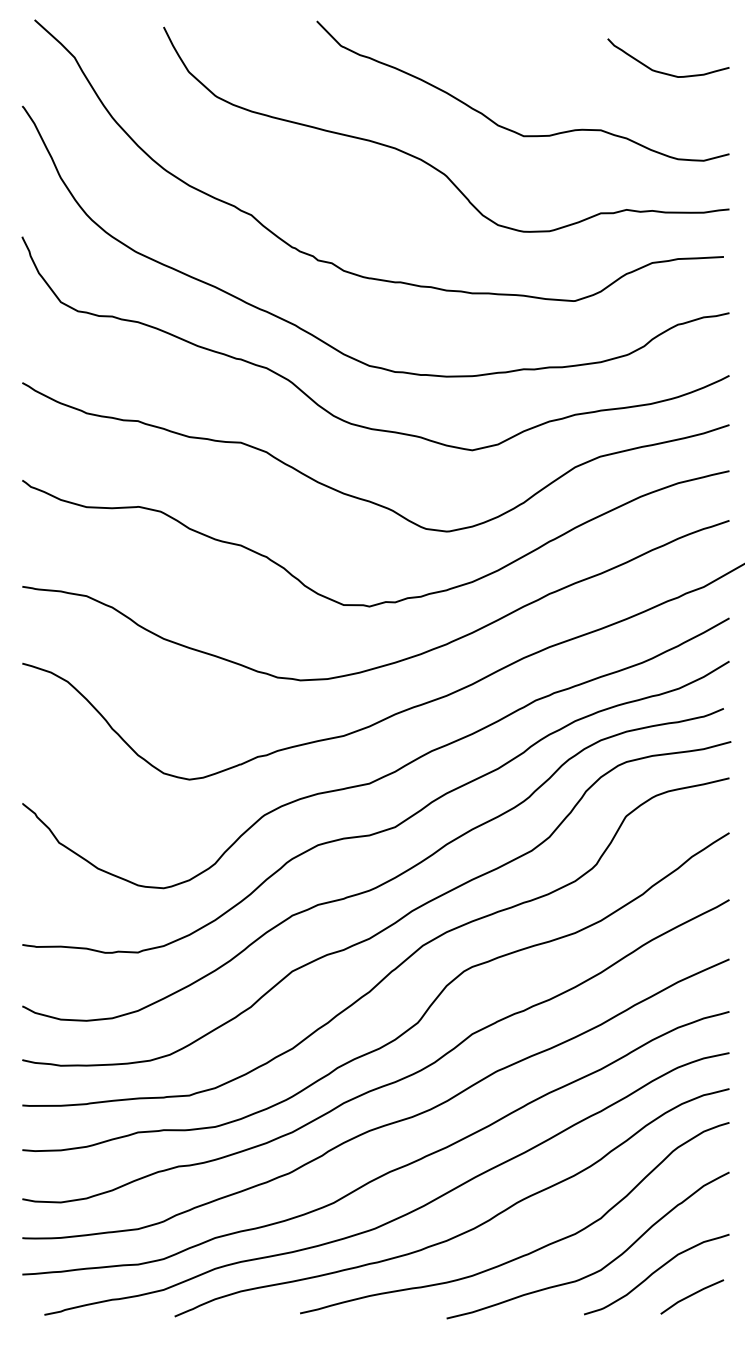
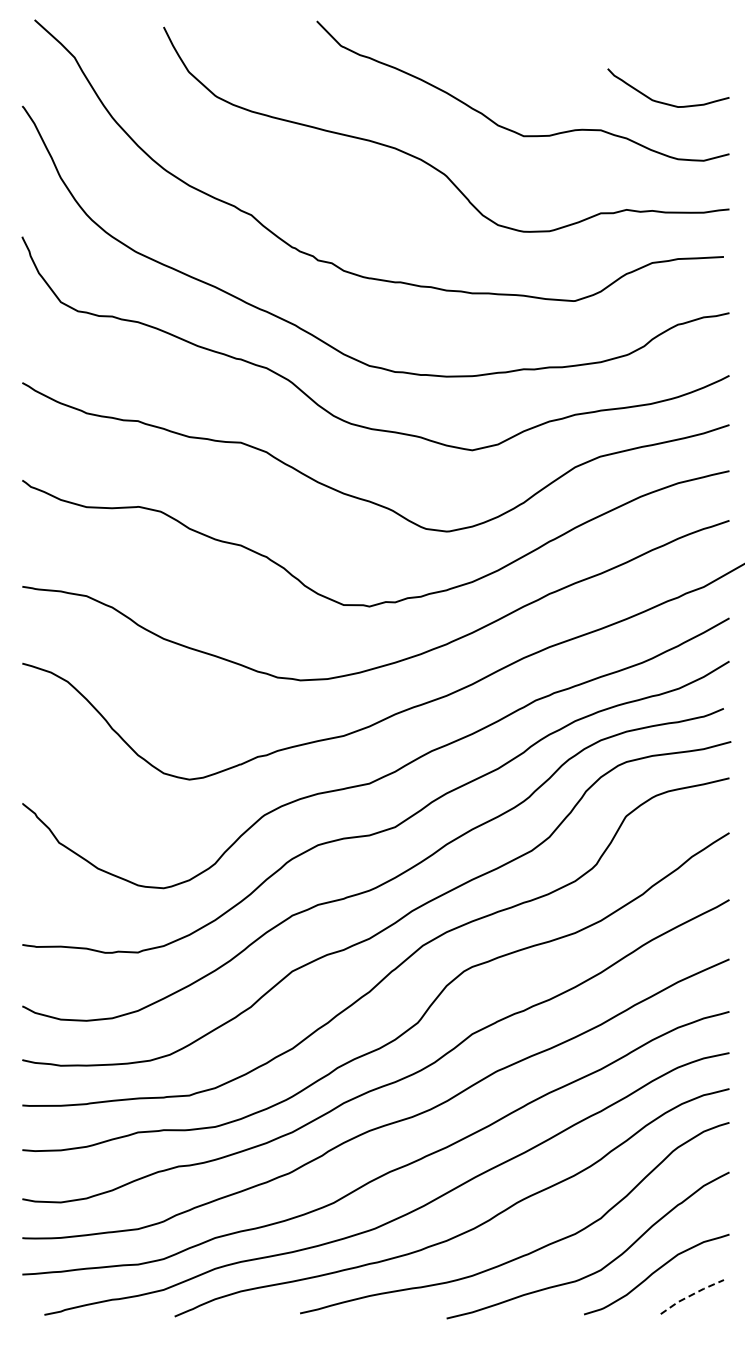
curve at (665, 72) position: (665, 72) -> (665, 102)
line at (691, 1295): solid -> dashed
